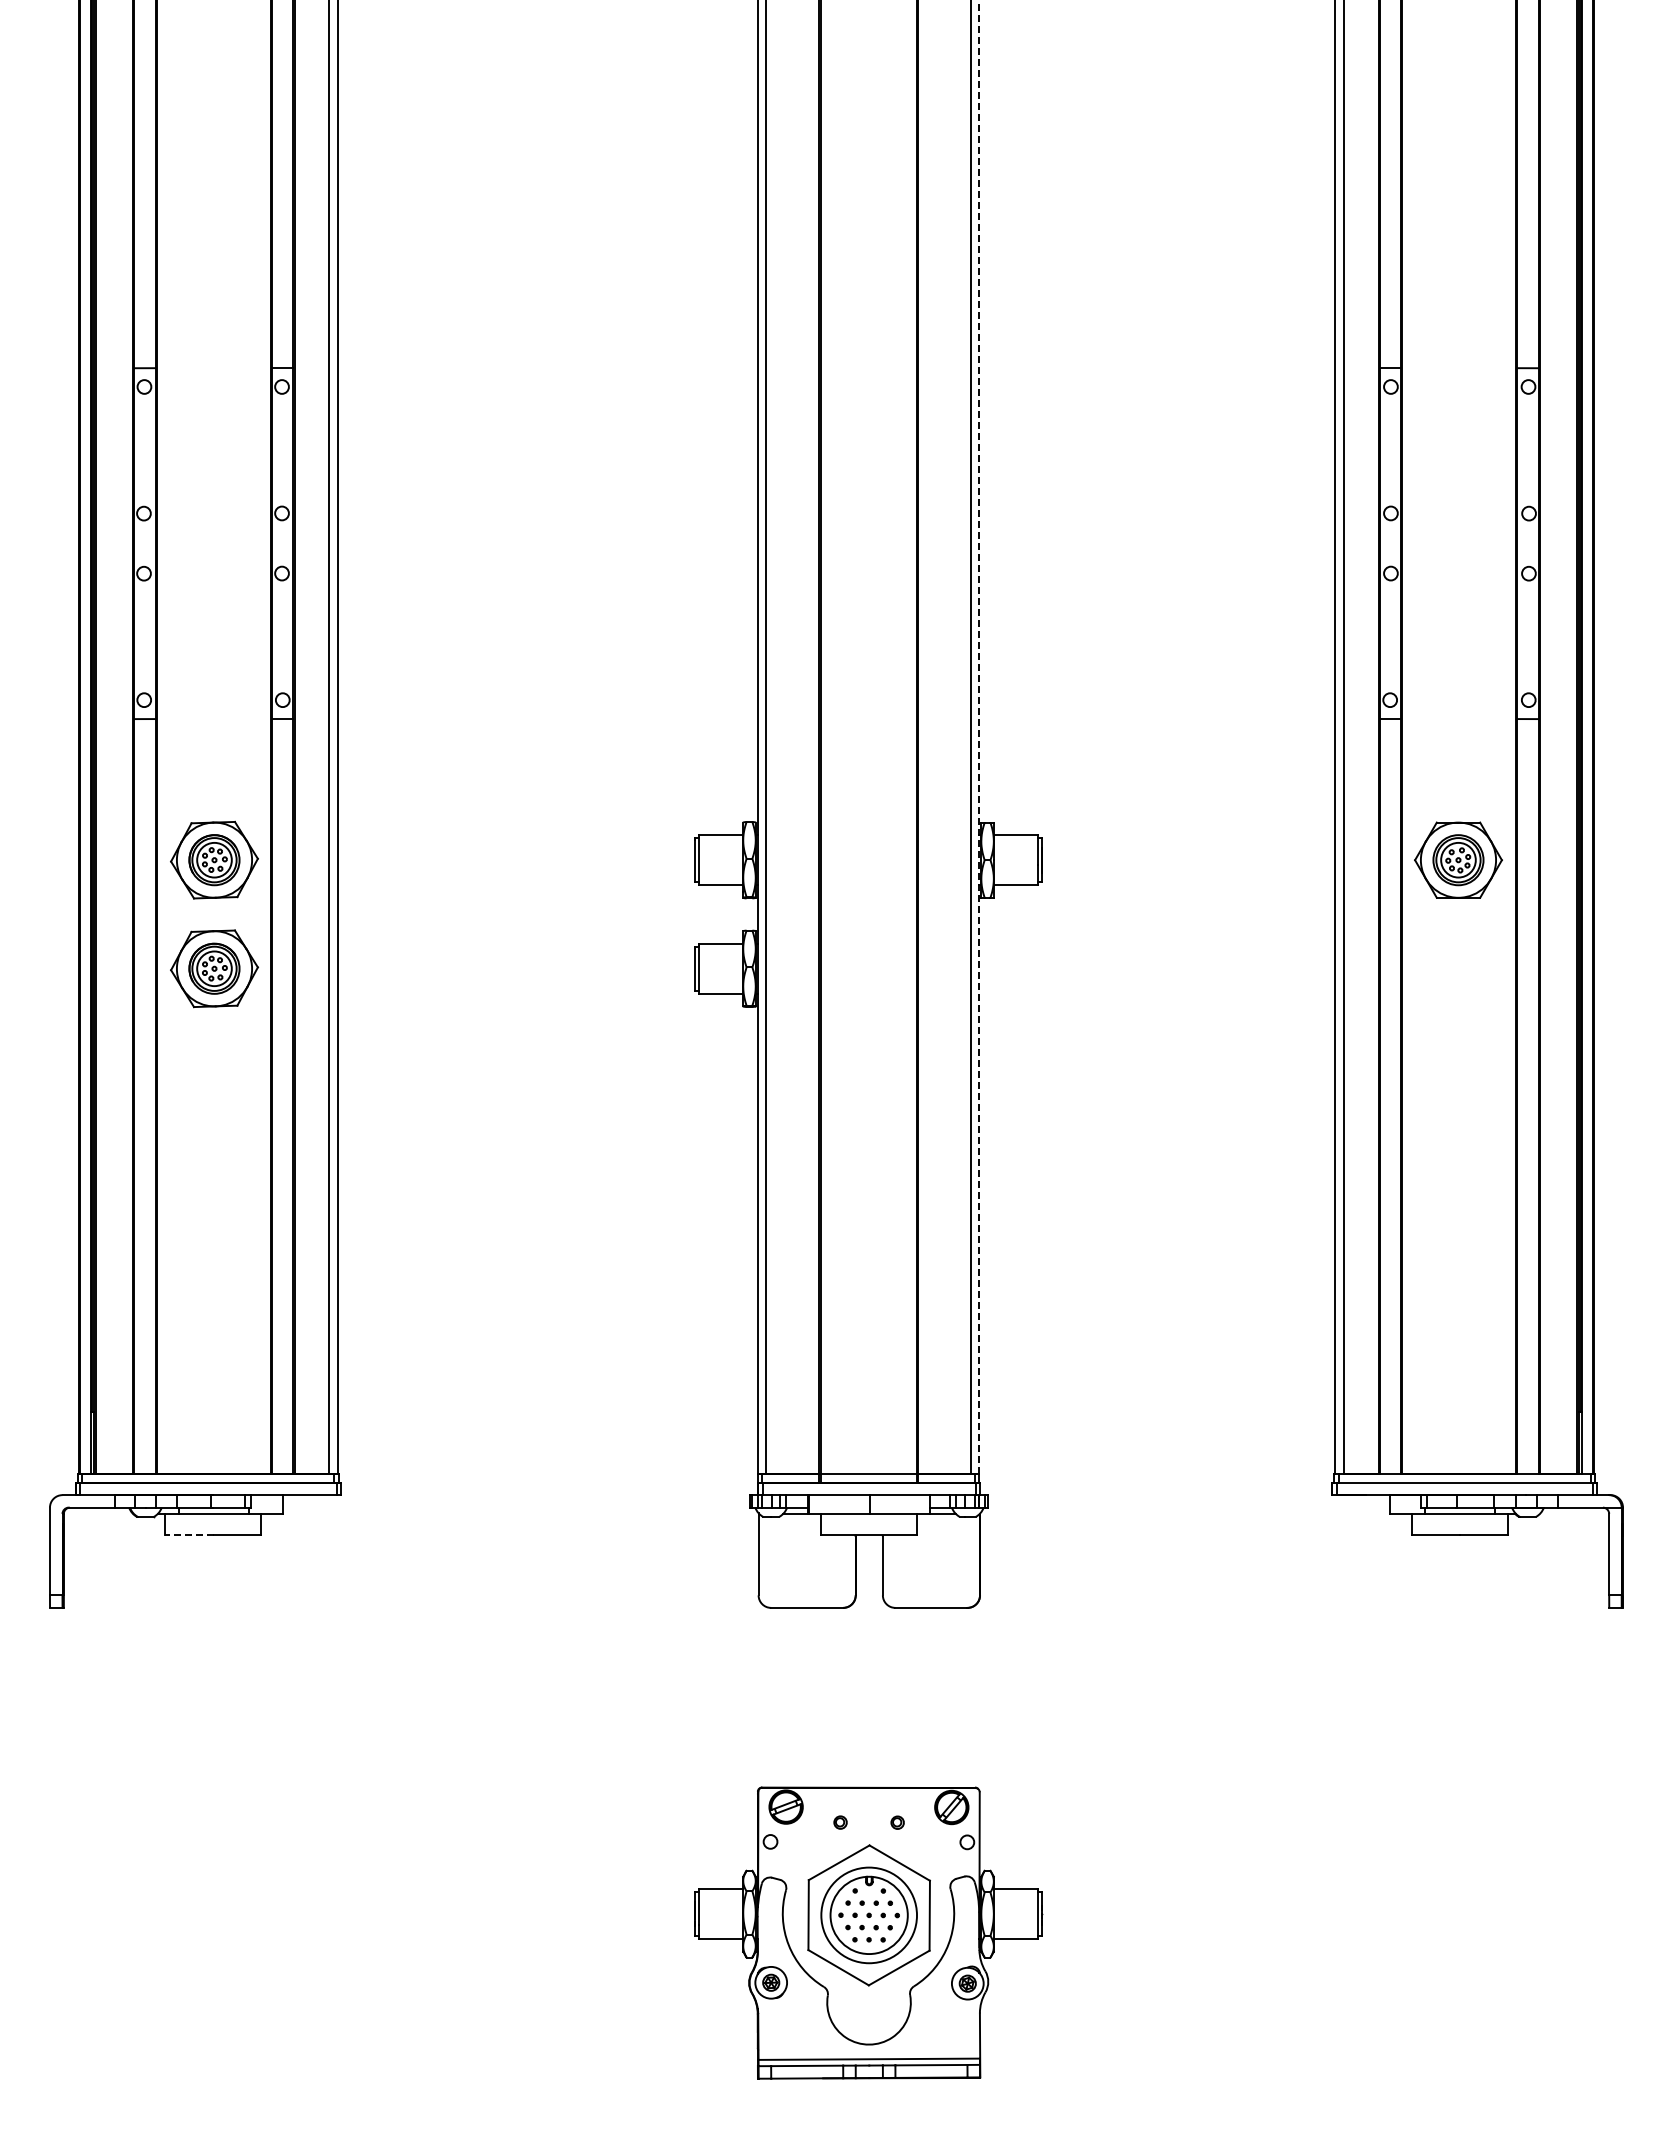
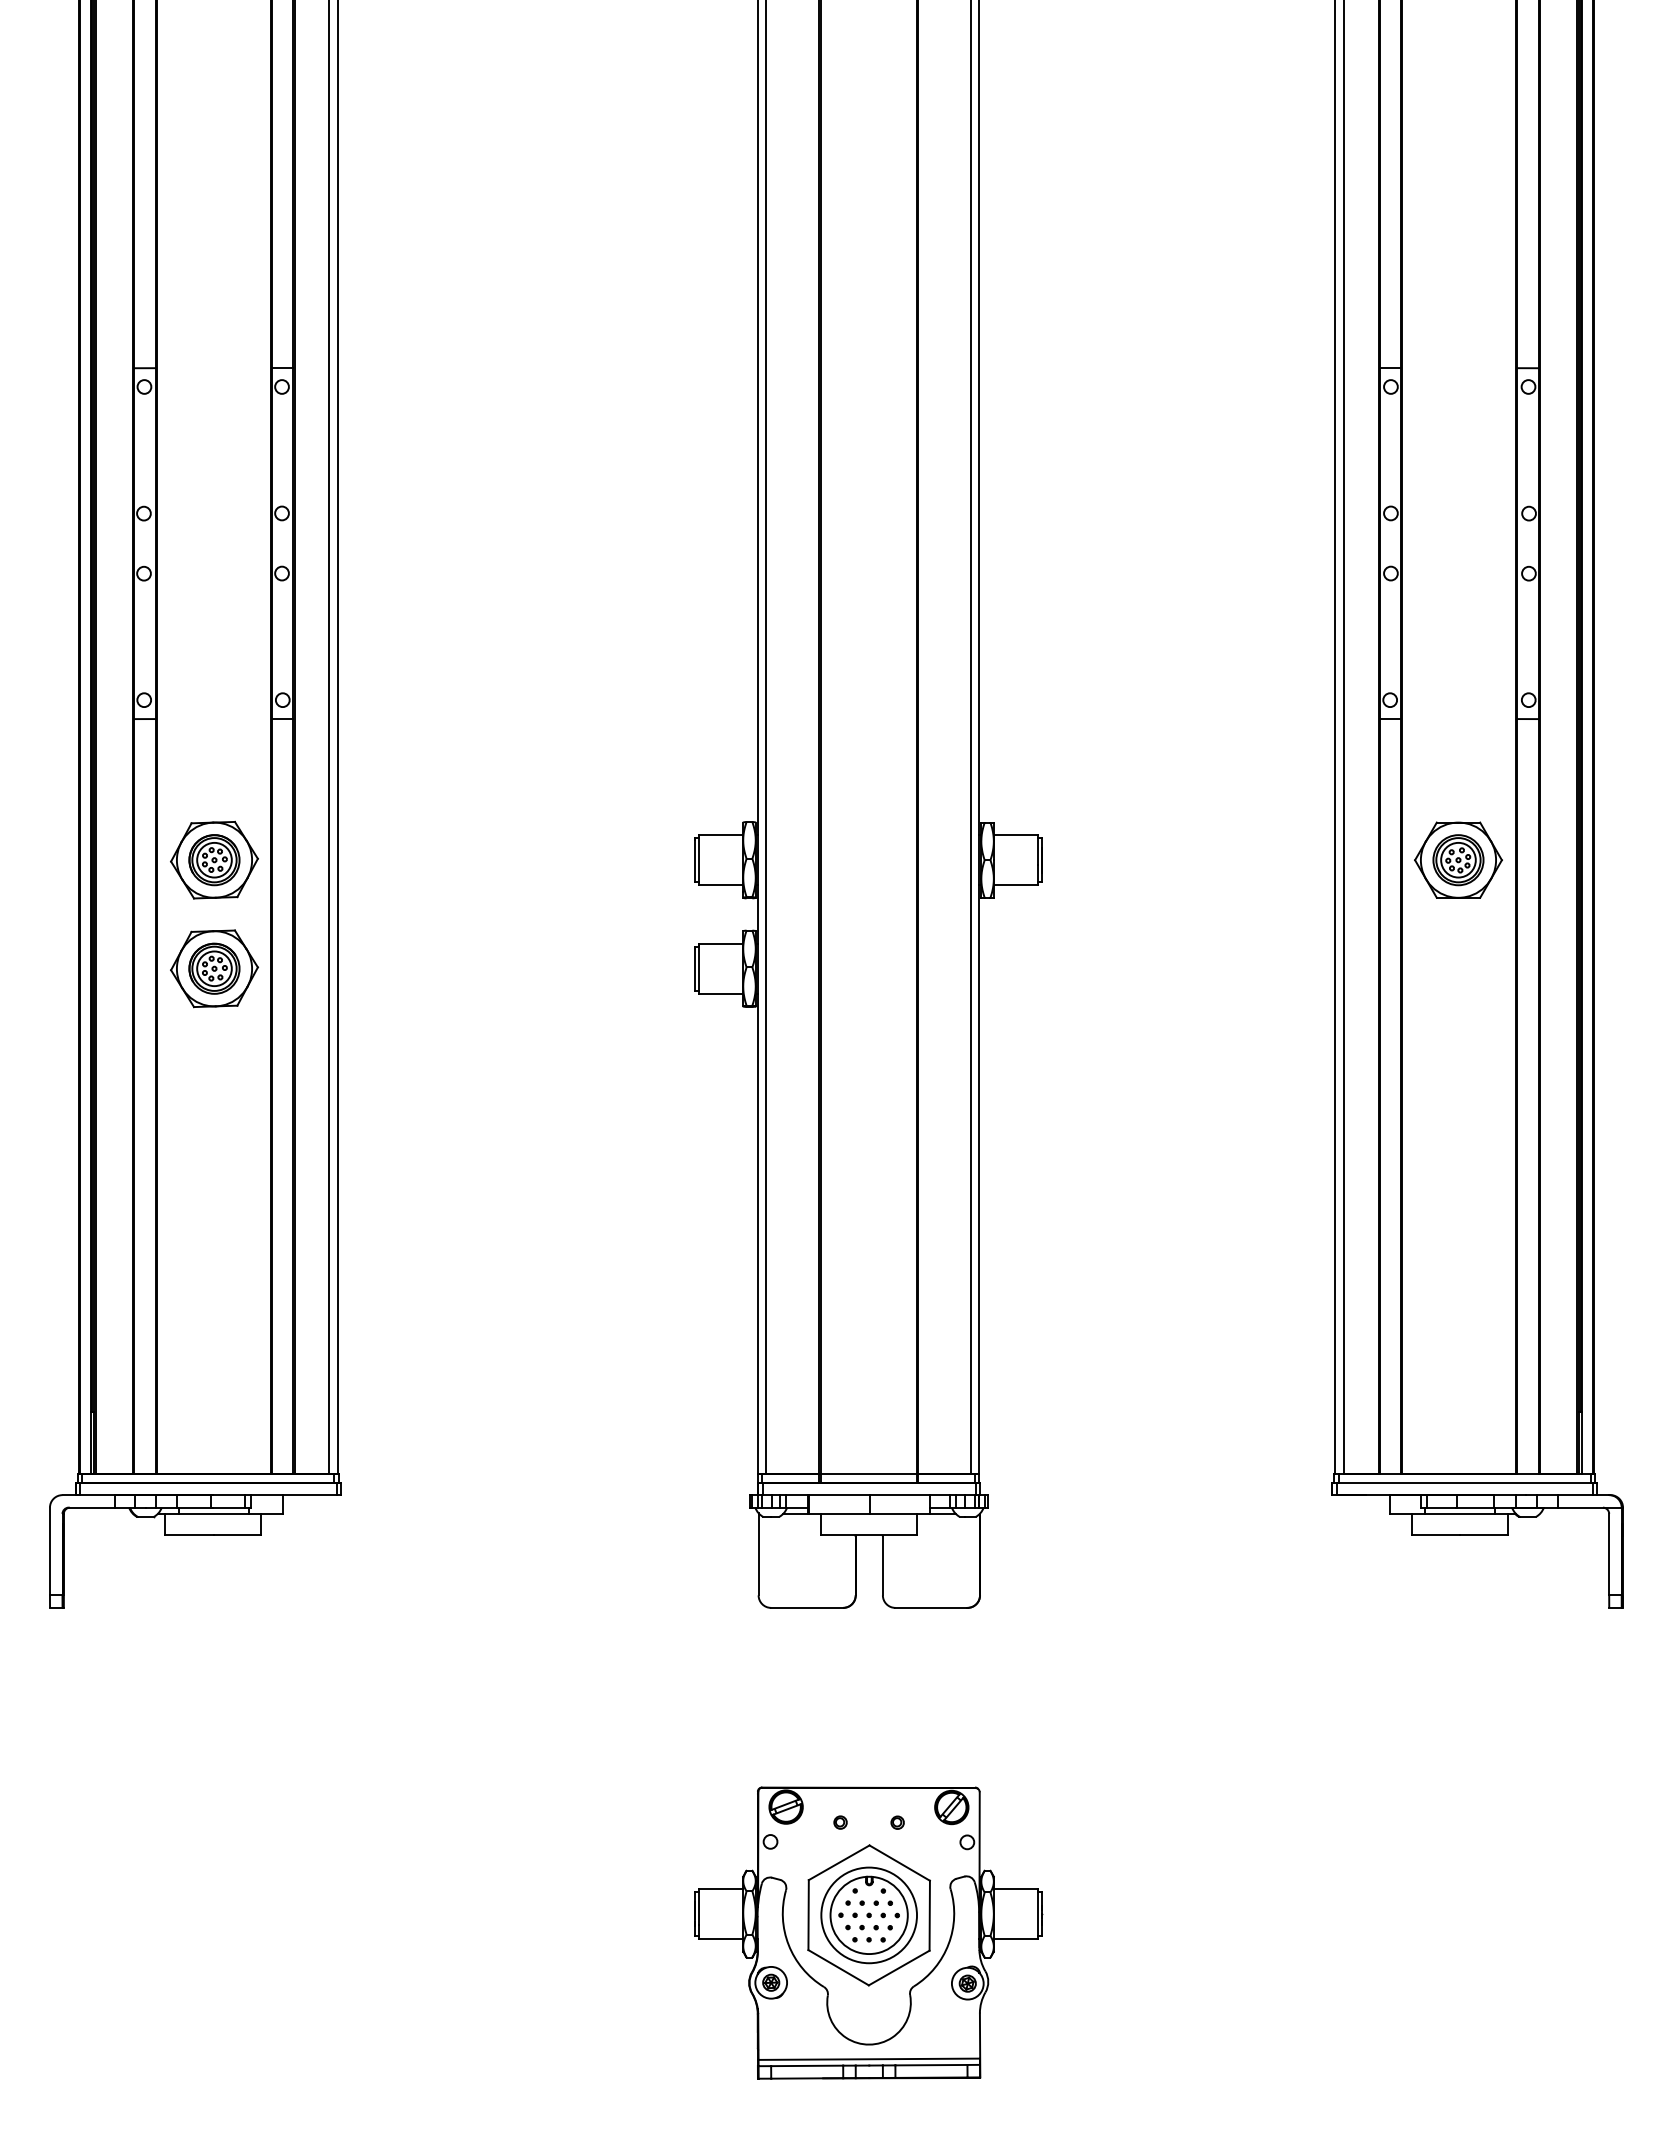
line at (979, 737): dashed -> solid
line at (189, 1534): dashed -> solid
